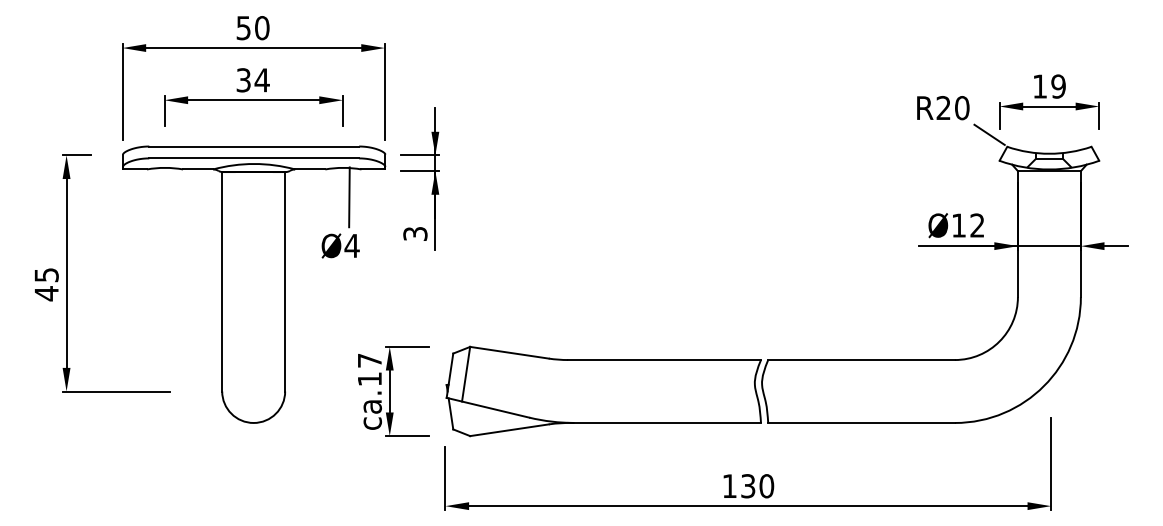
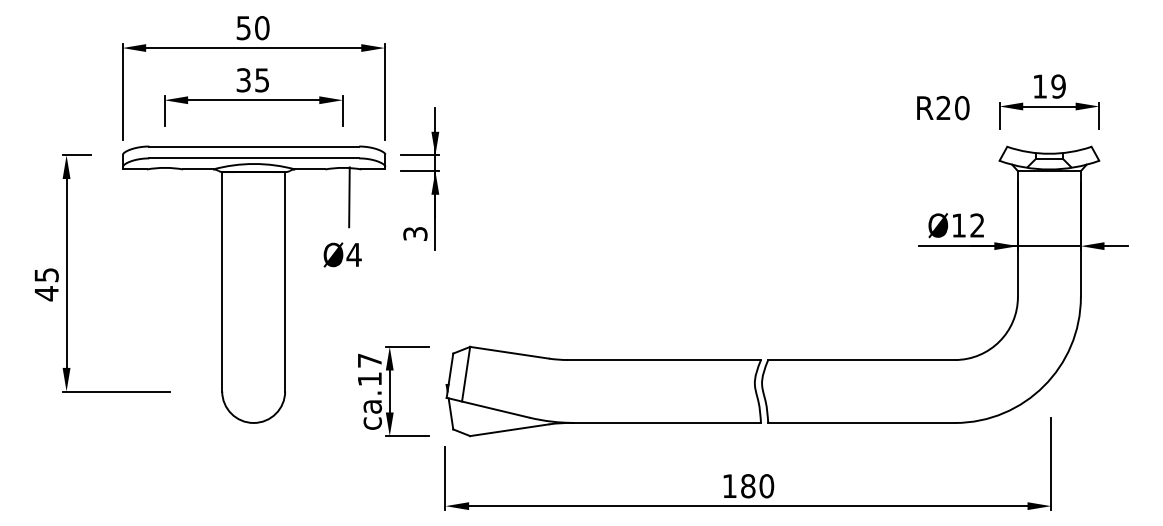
text at (261, 80): 34 -> 35
line at (989, 134): present -> none
text at (340, 245) position: (340, 245) -> (342, 254)
text at (748, 486): 130 -> 180
